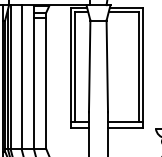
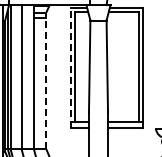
line at (70, 67): solid -> dashed
line at (46, 80): solid -> dashed
